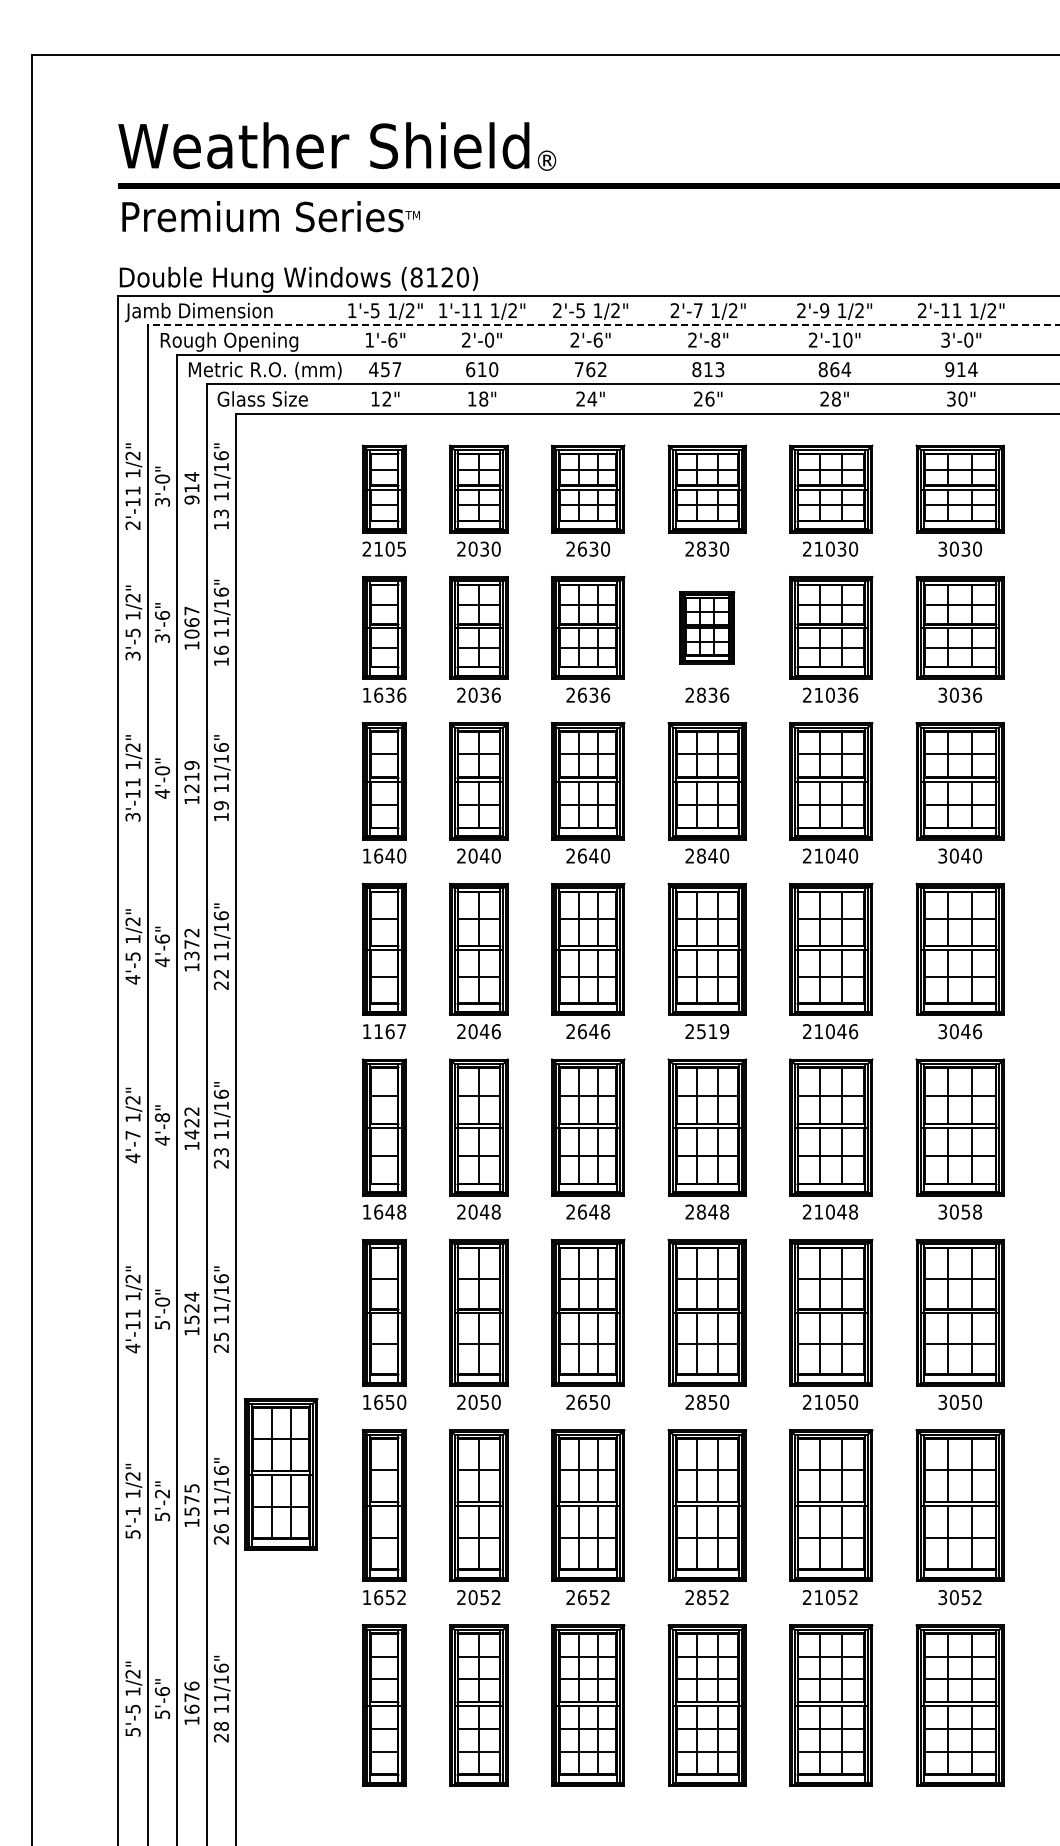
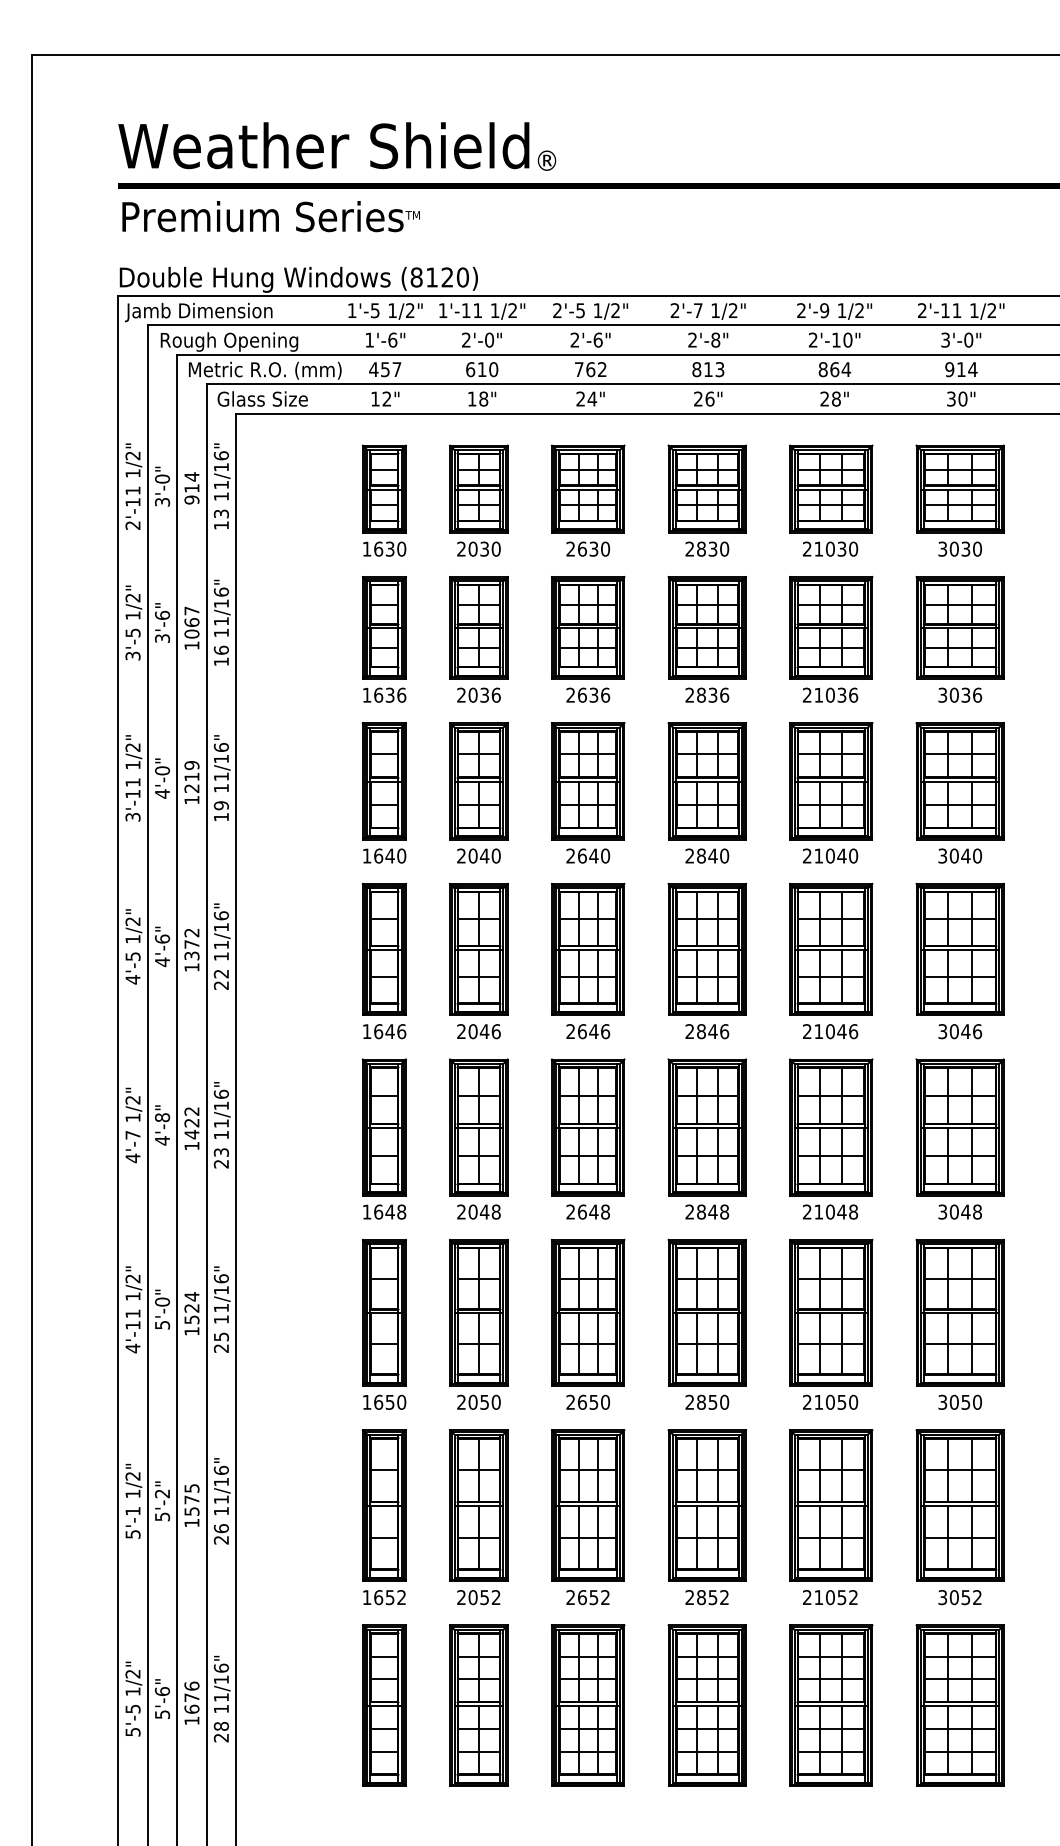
line at (603, 325): dashed -> solid
text at (384, 548): 2105 -> 1630
part at (707, 627) size: 57x74 px -> 80x104 px
text at (390, 1031): 1167 -> 1646
text at (713, 1031): 2519 -> 2846
text at (965, 1211): 3058 -> 3048
part at (280, 1474): present -> none
